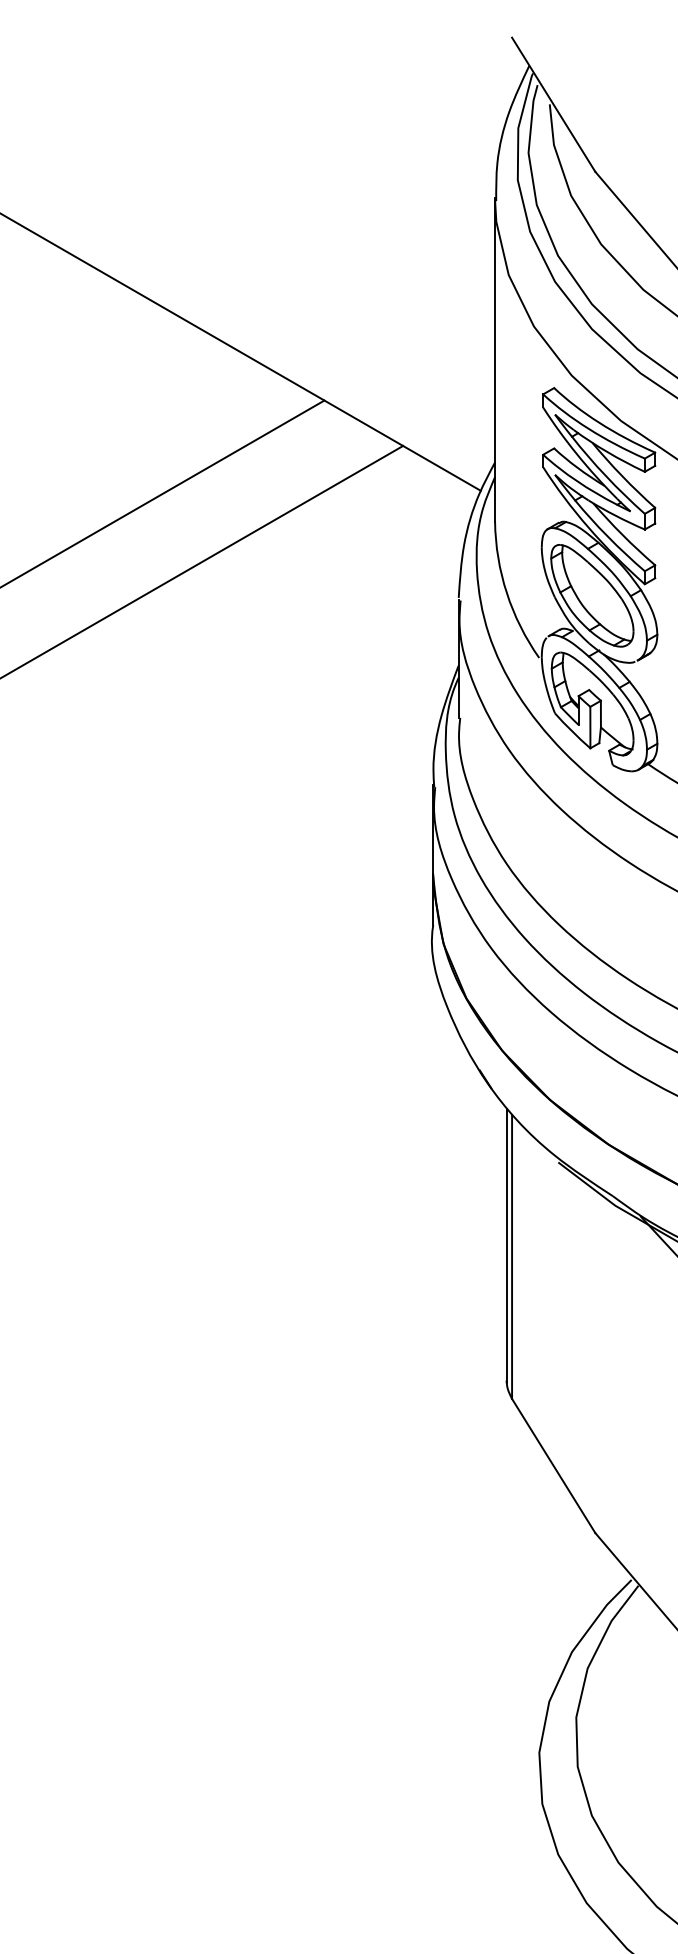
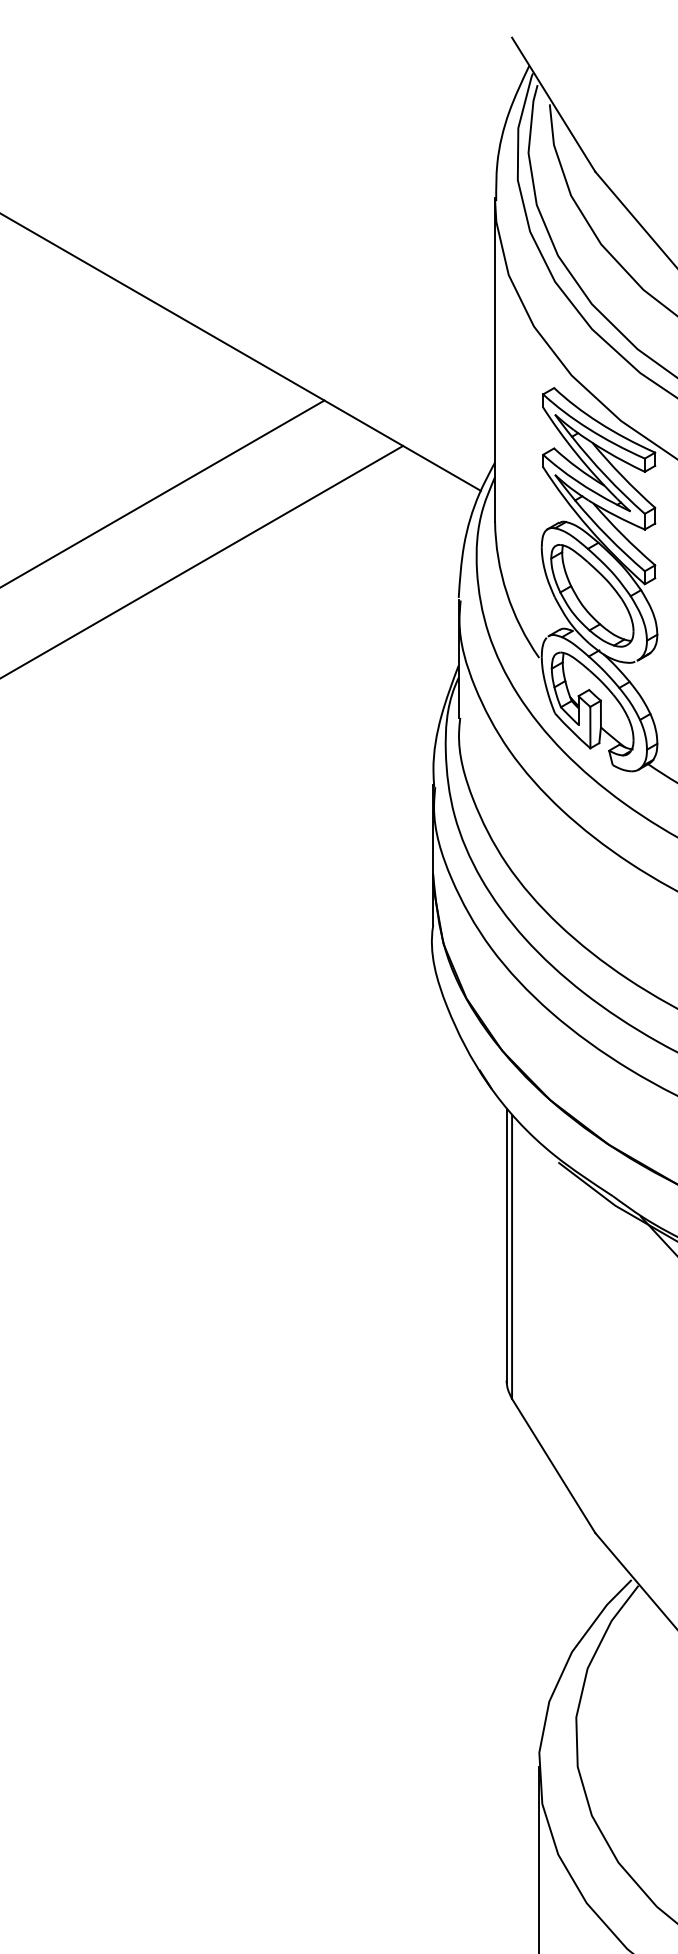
line at (538, 1858): none -> present
